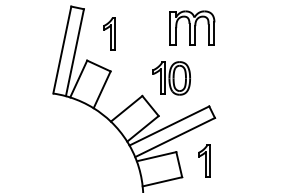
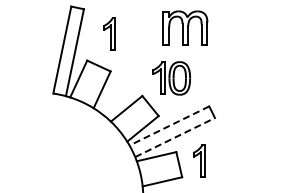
part at (192, 27) position: (192, 27) -> (185, 27)
line at (168, 126): solid -> dashed
line at (175, 137): solid -> dashed
part at (204, 160) position: (204, 160) -> (199, 160)
